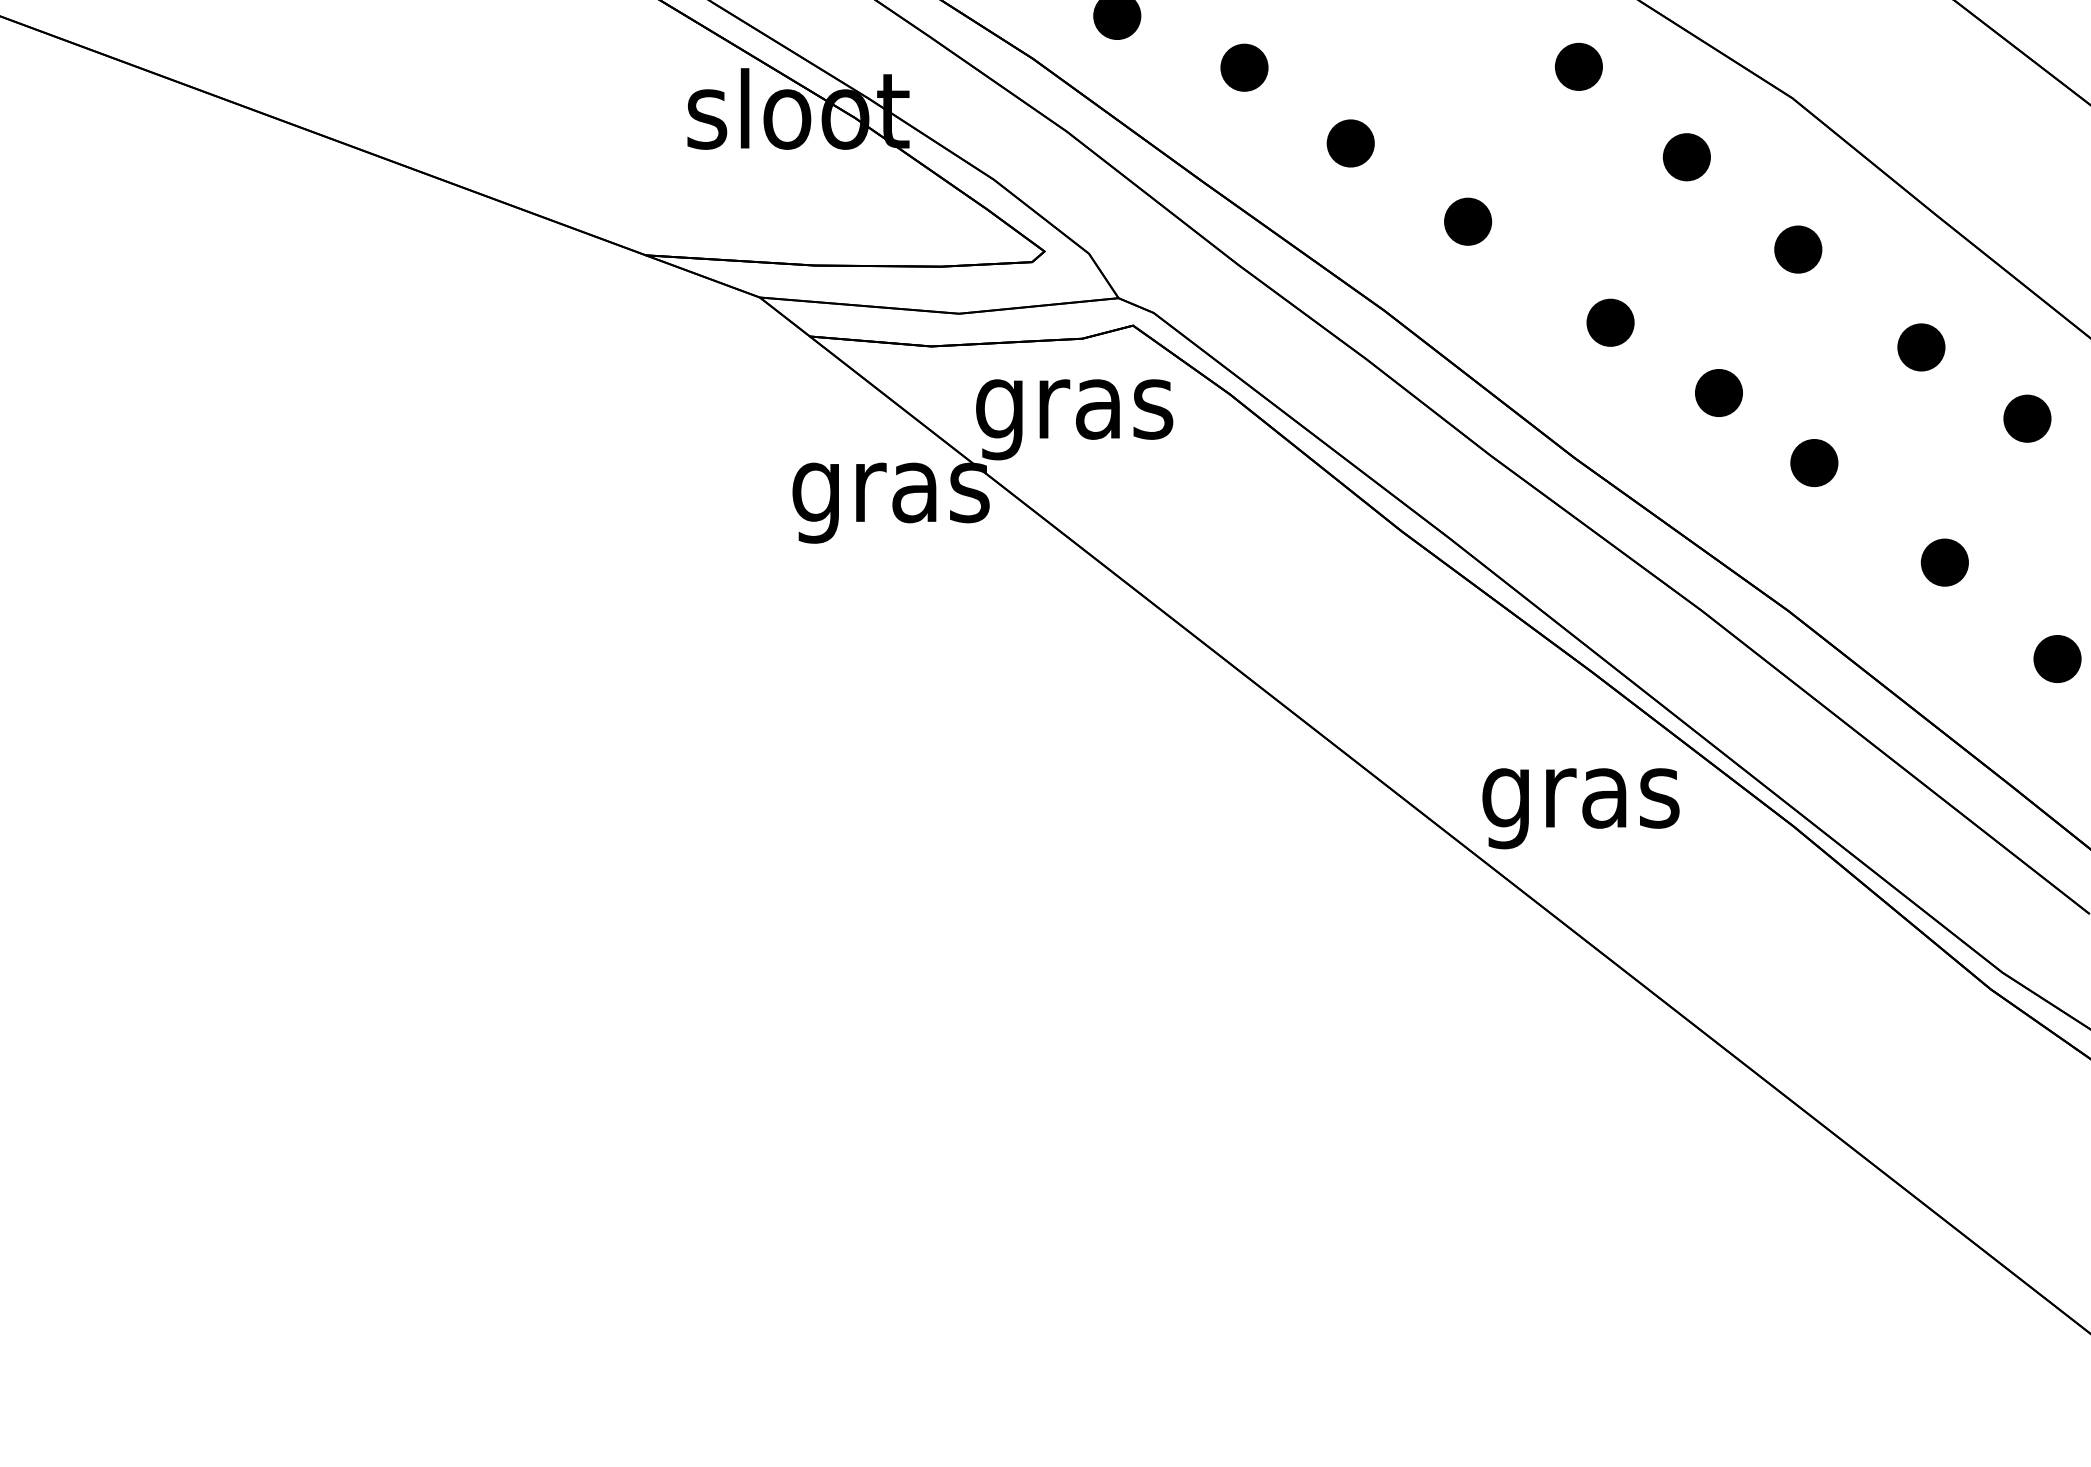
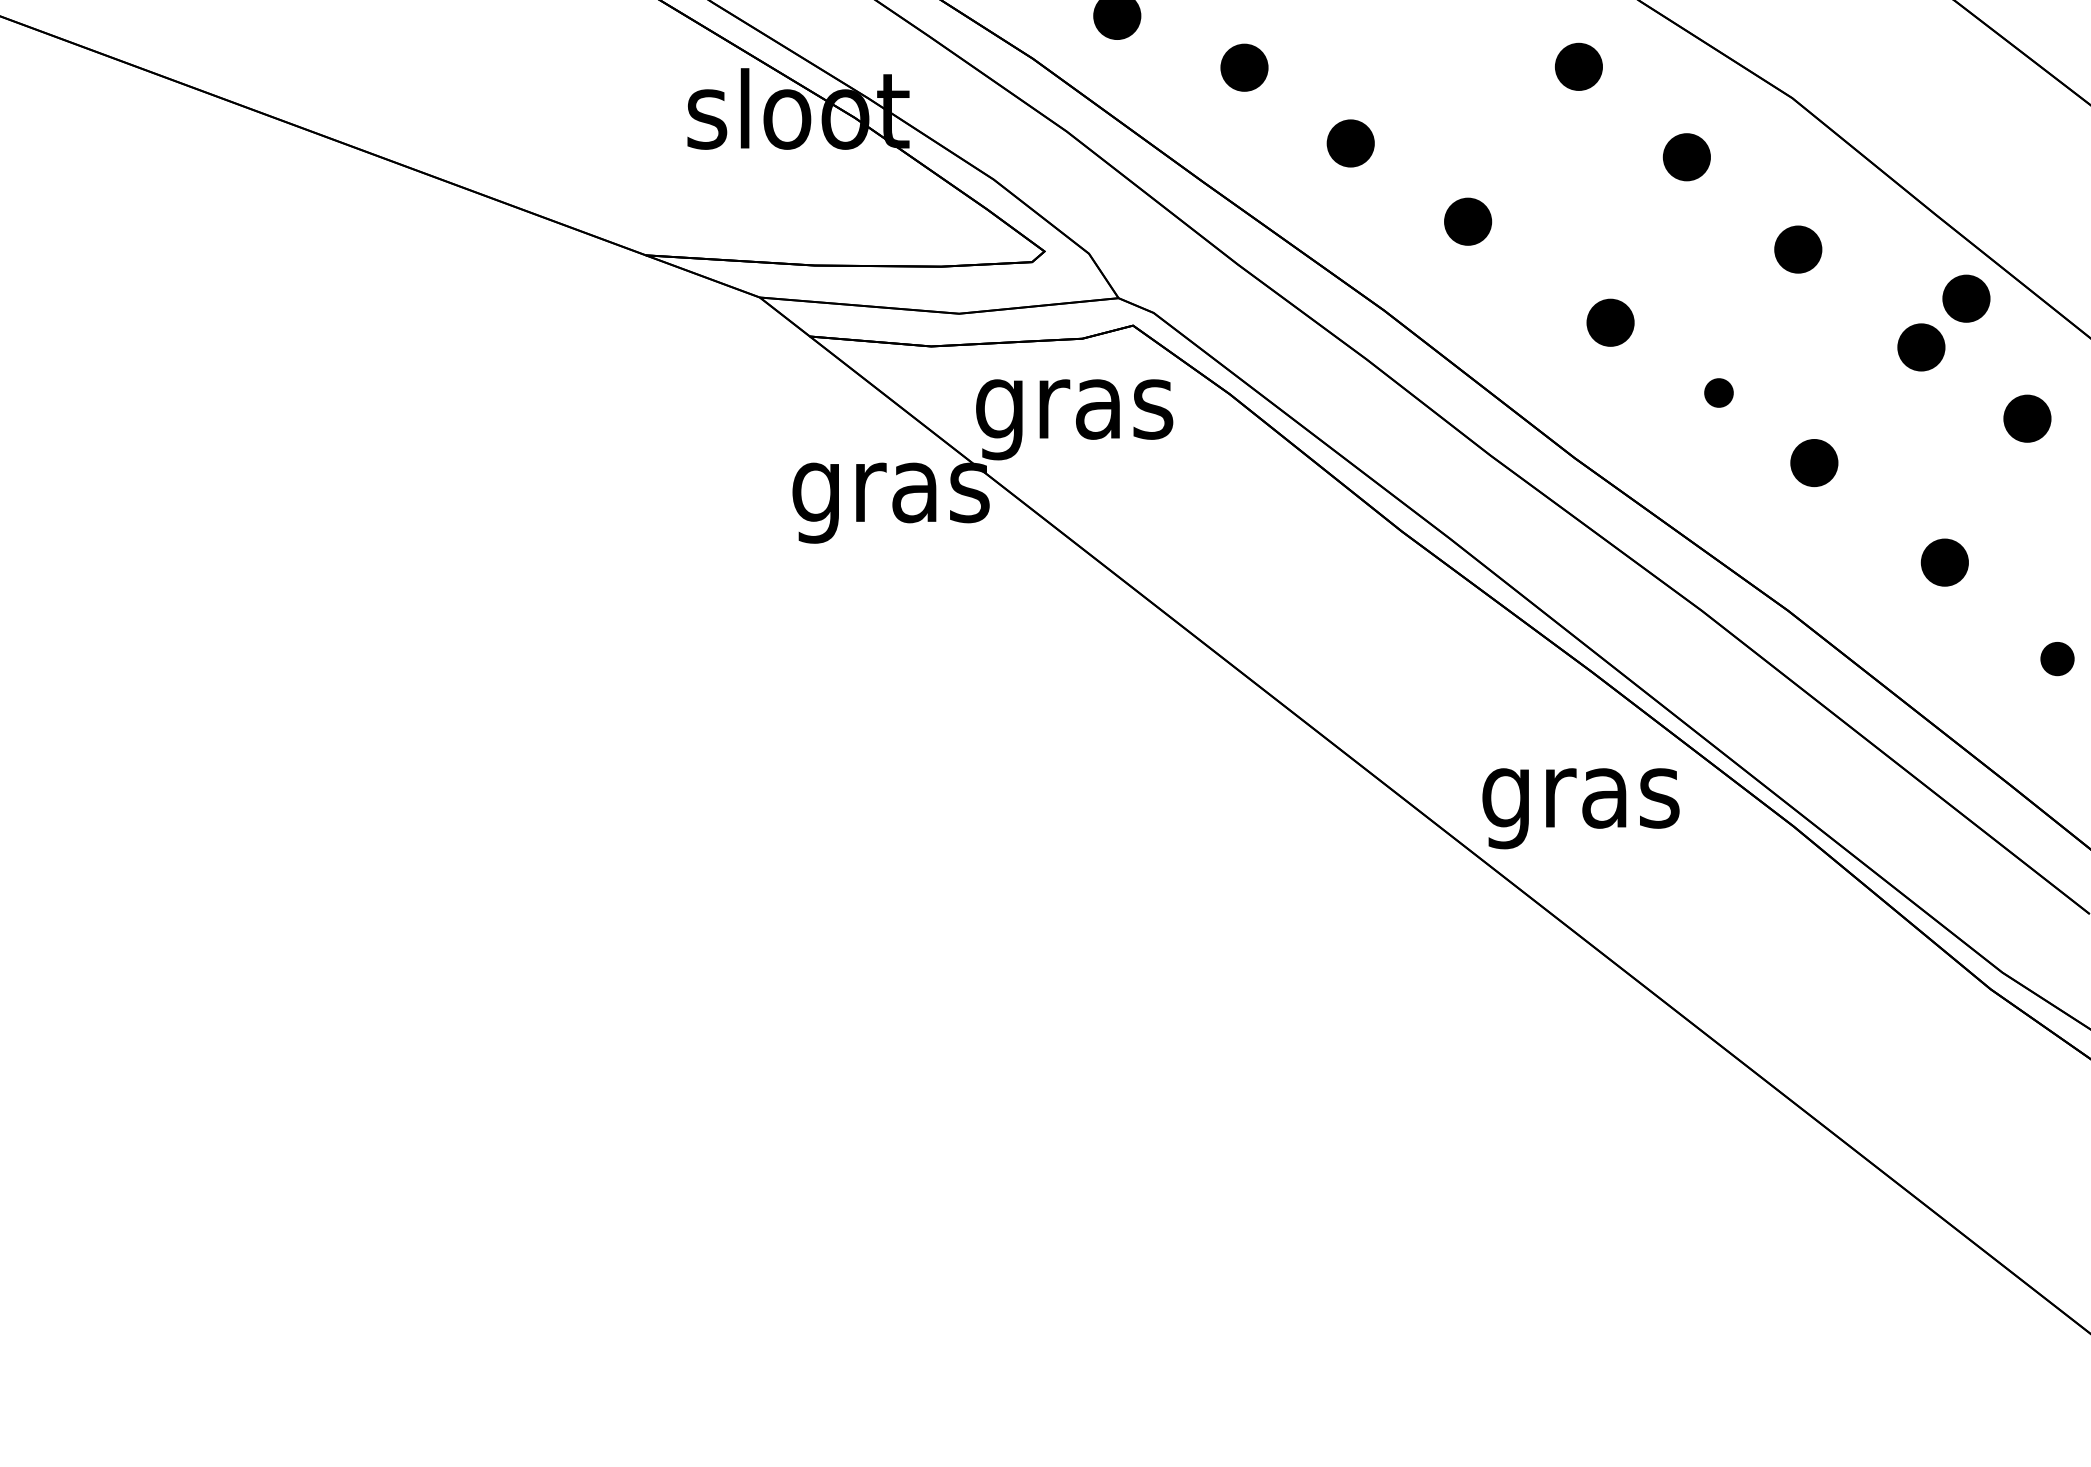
part at (1966, 298): none -> present
part at (1718, 392) size: 48x48 px -> 30x30 px
part at (2057, 658) size: 49x48 px -> 35x35 px
